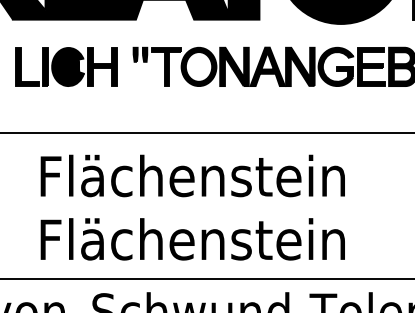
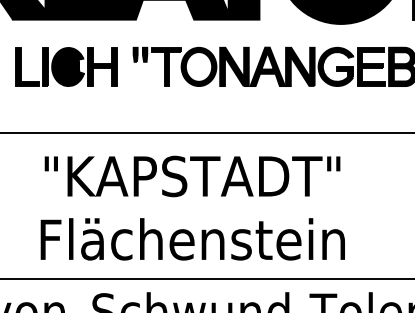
text at (192, 175): Flächenstein -> "KAPSTADT"
